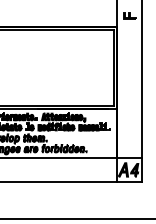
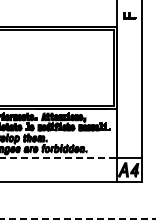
line at (59, 157): solid -> dashed
line at (78, 218): solid -> dashed
